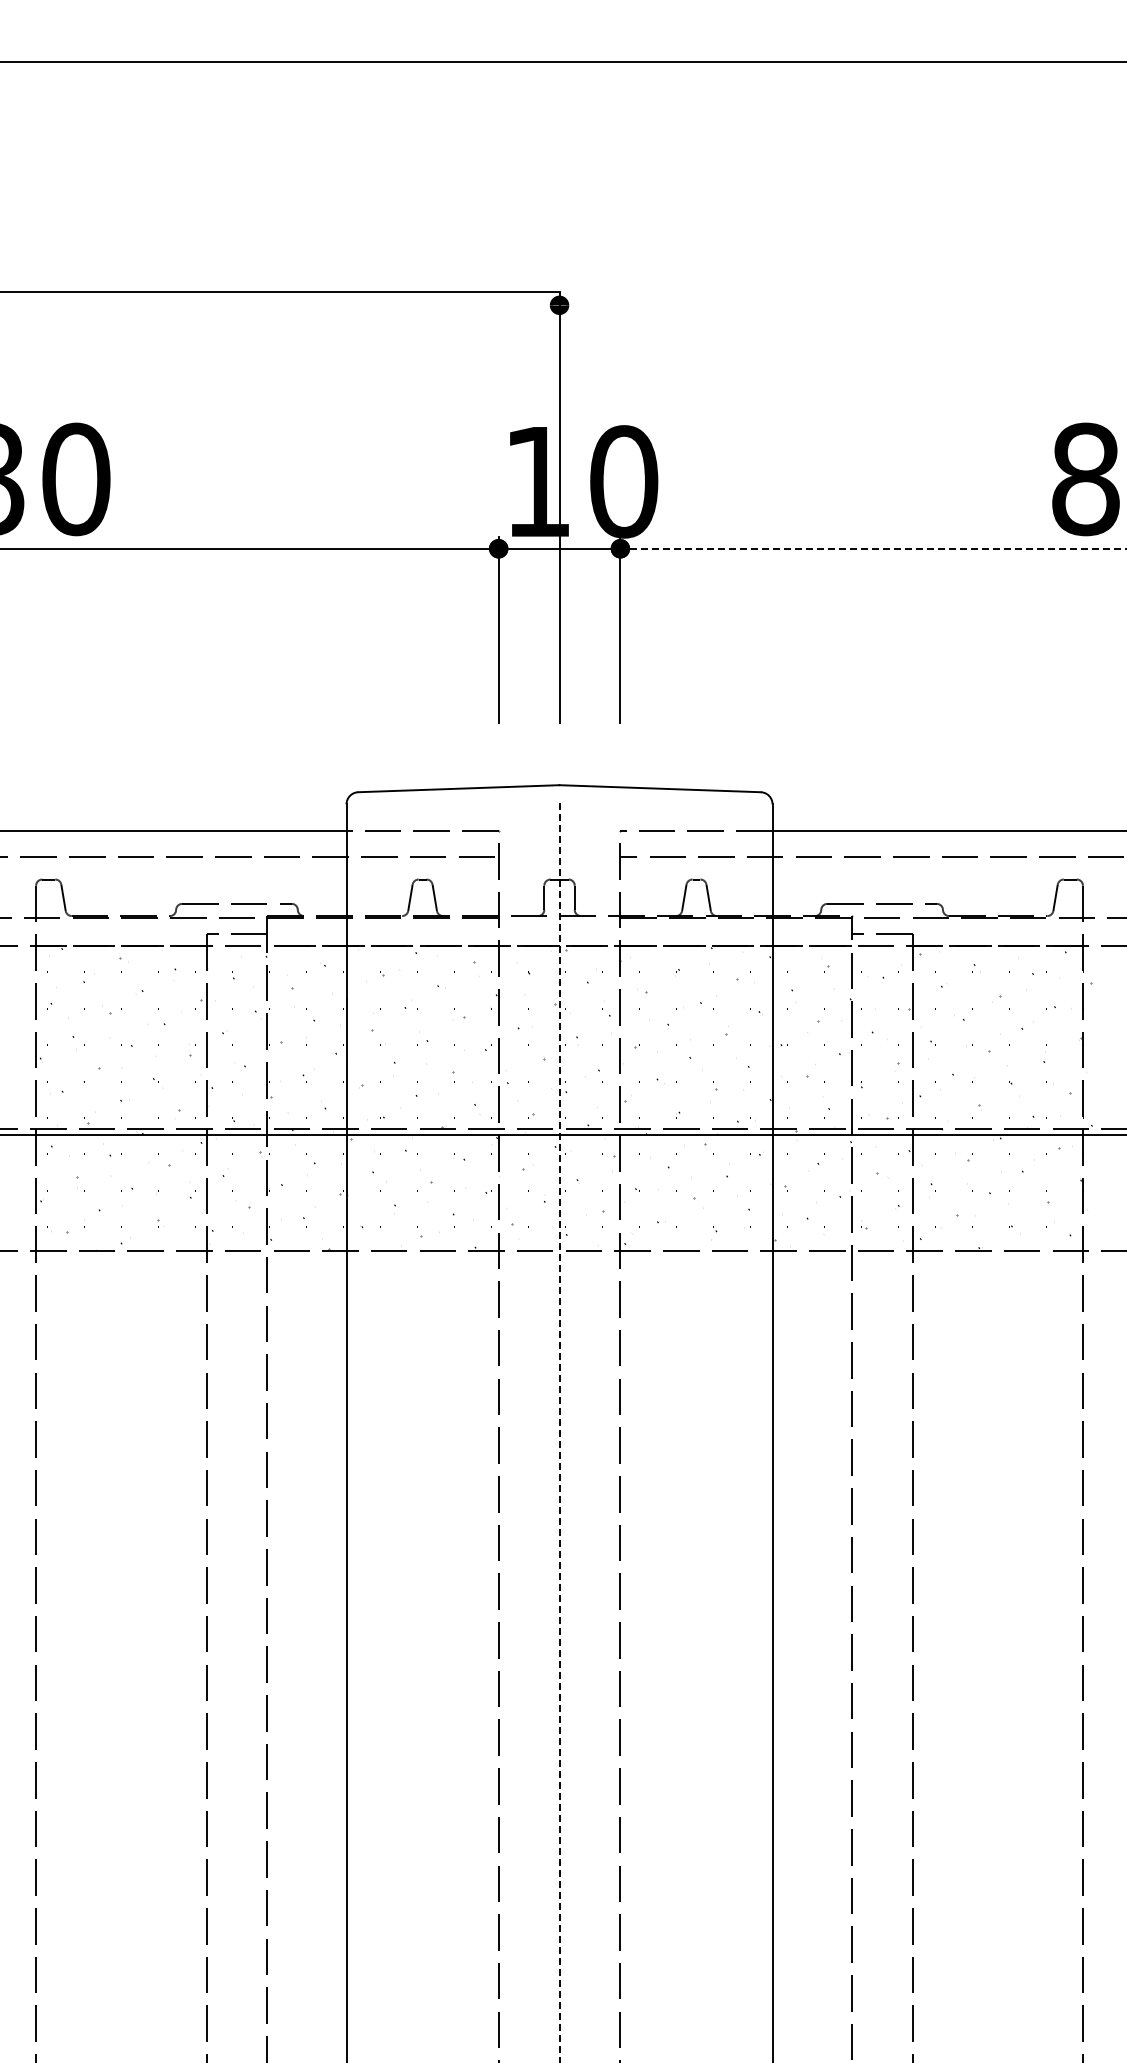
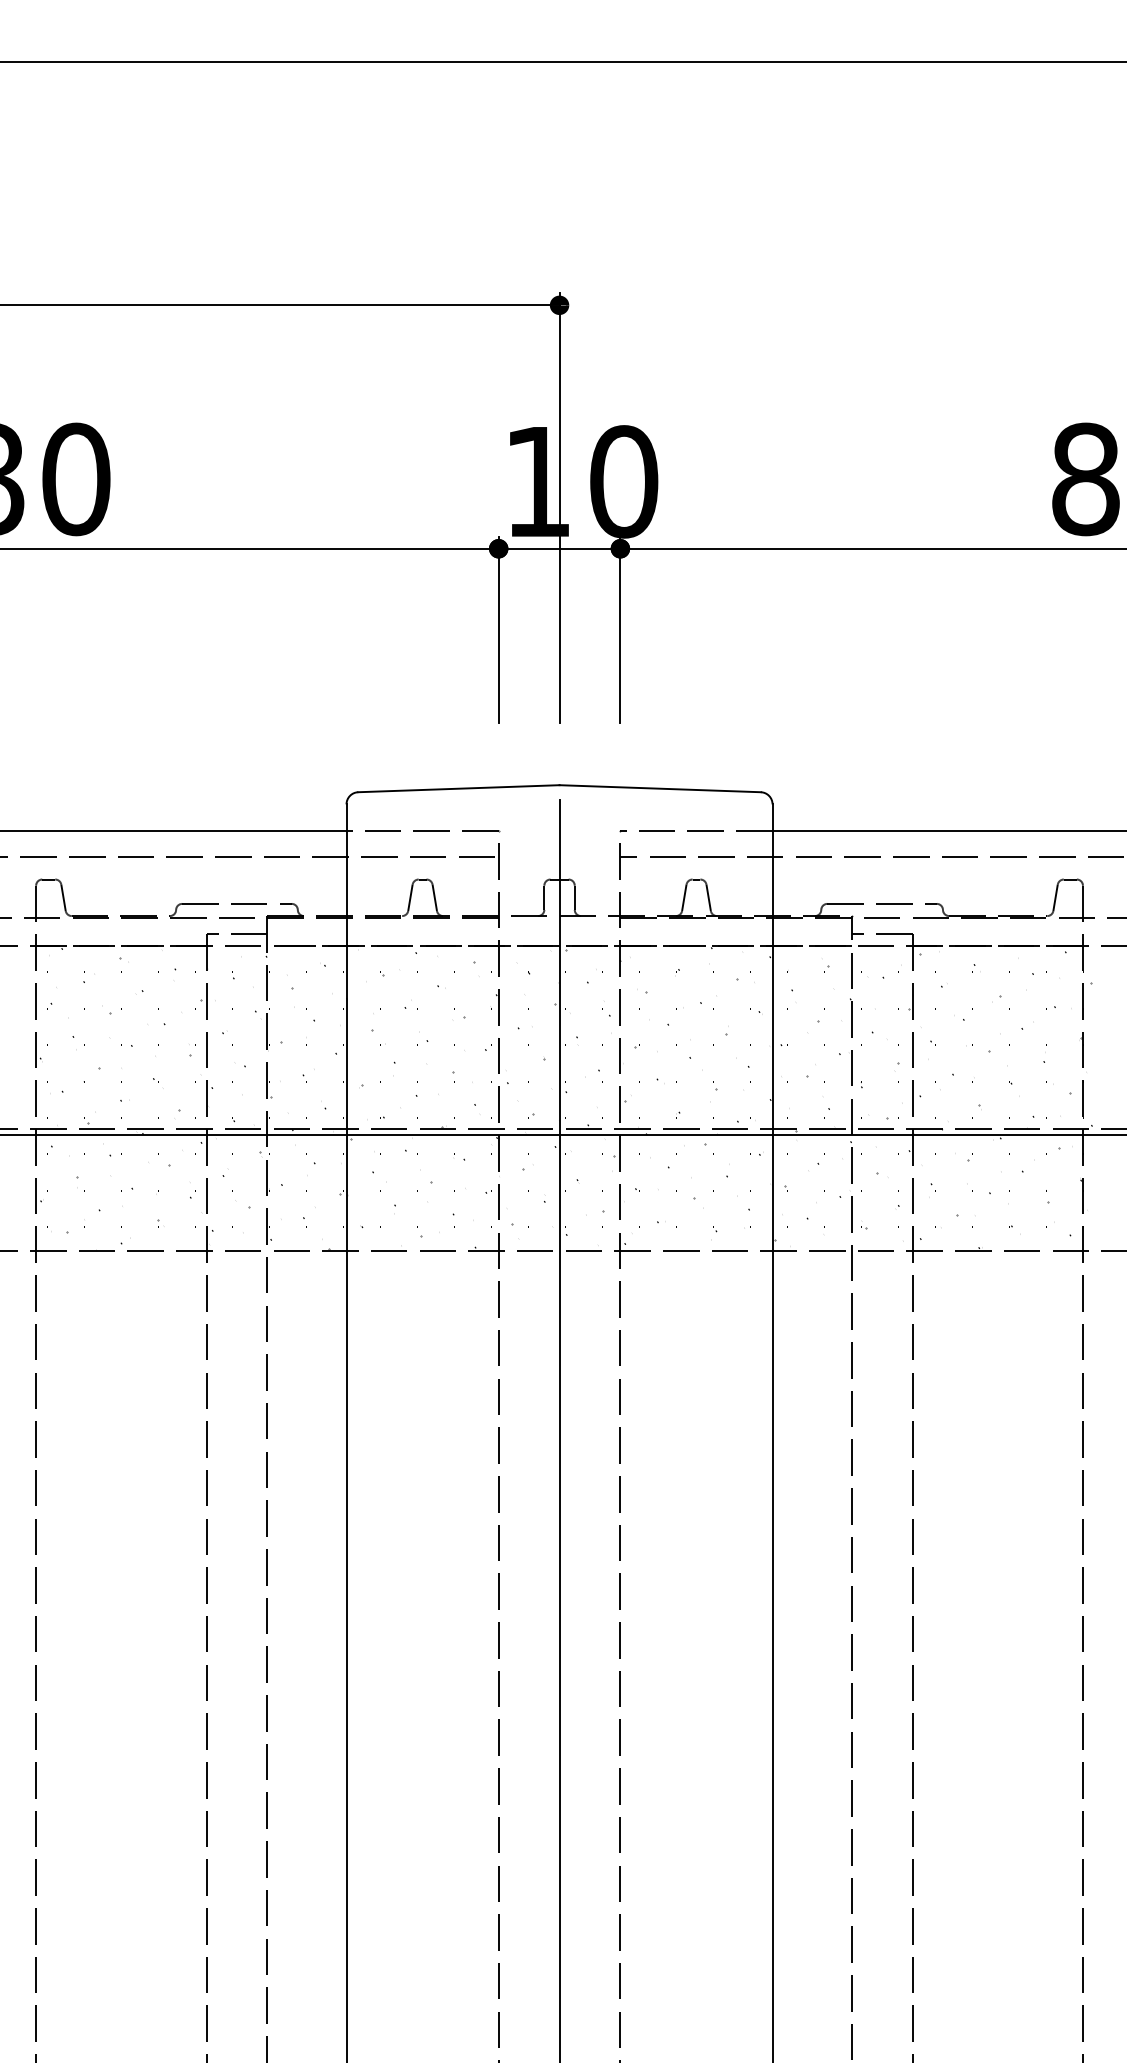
line at (280, 292) position: (280, 292) -> (280, 305)
line at (873, 548): dashed -> solid
line at (559, 1431): dashed -> solid
